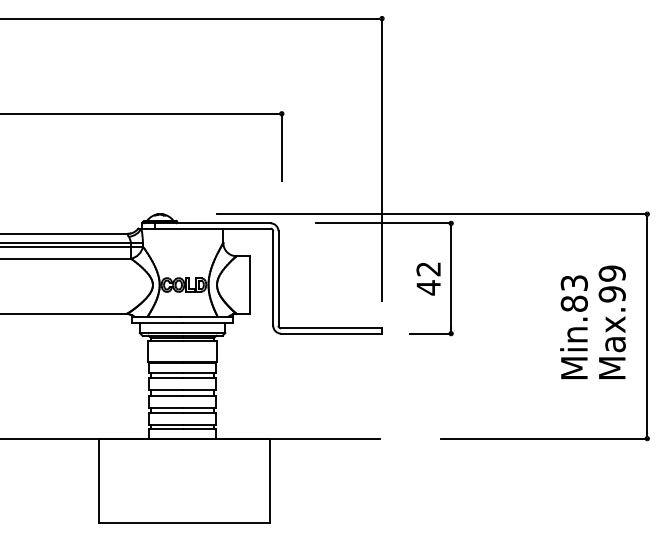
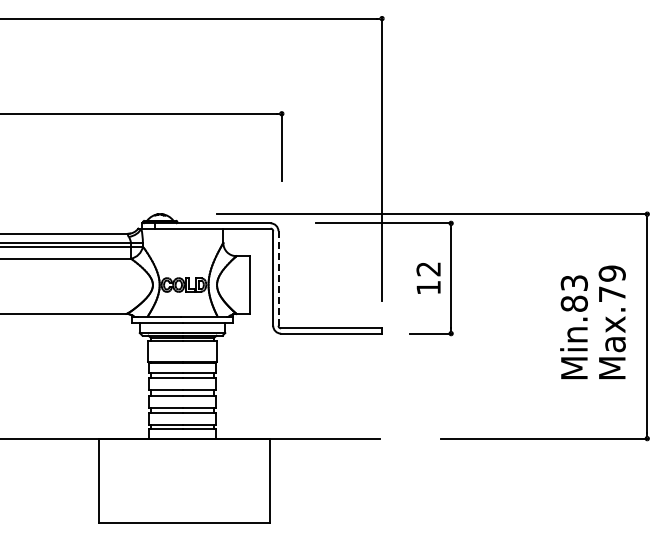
line at (278, 278): solid -> dashed
text at (428, 287): 42 -> 12
text at (611, 294): Max.99 -> Max.79
